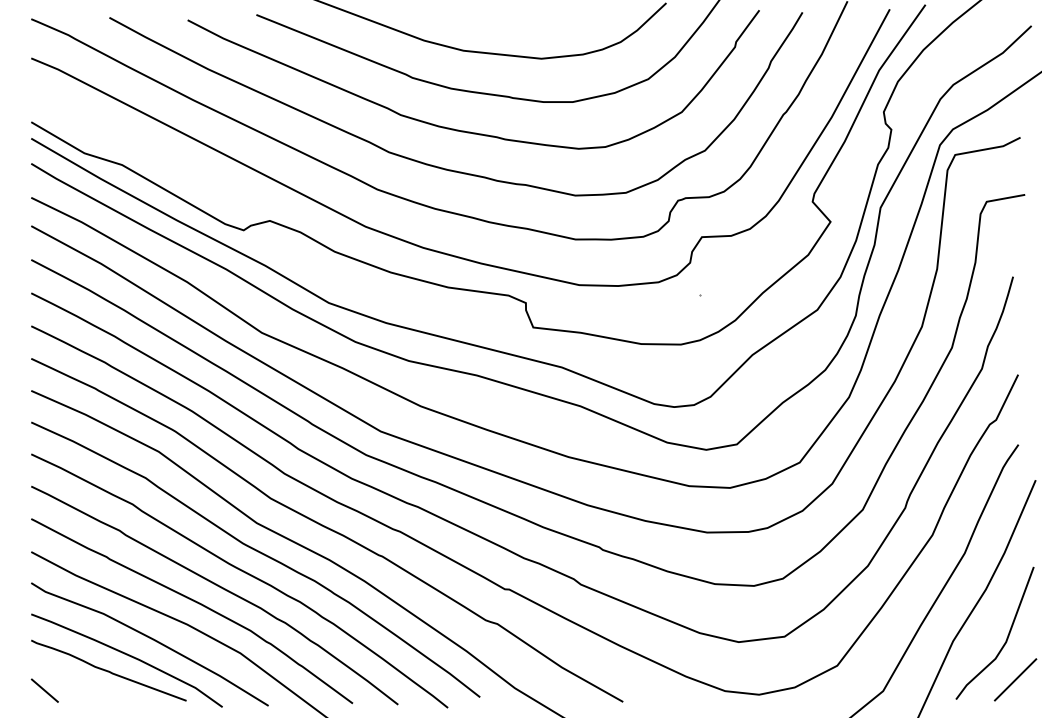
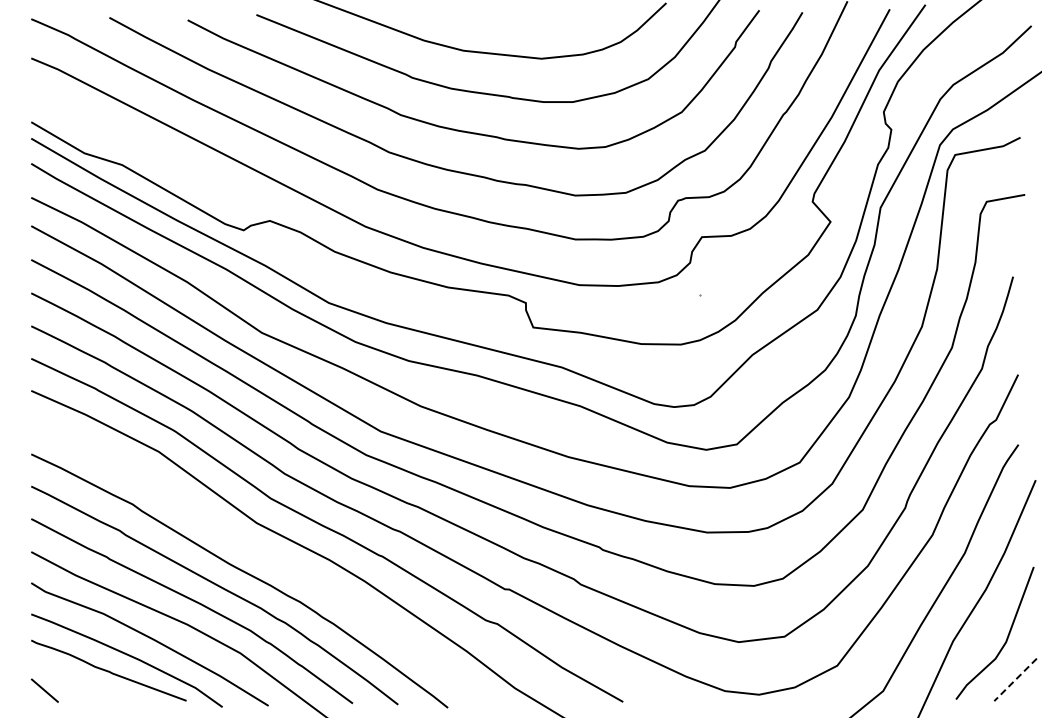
curve at (259, 553): present -> none
line at (1015, 680): solid -> dashed
